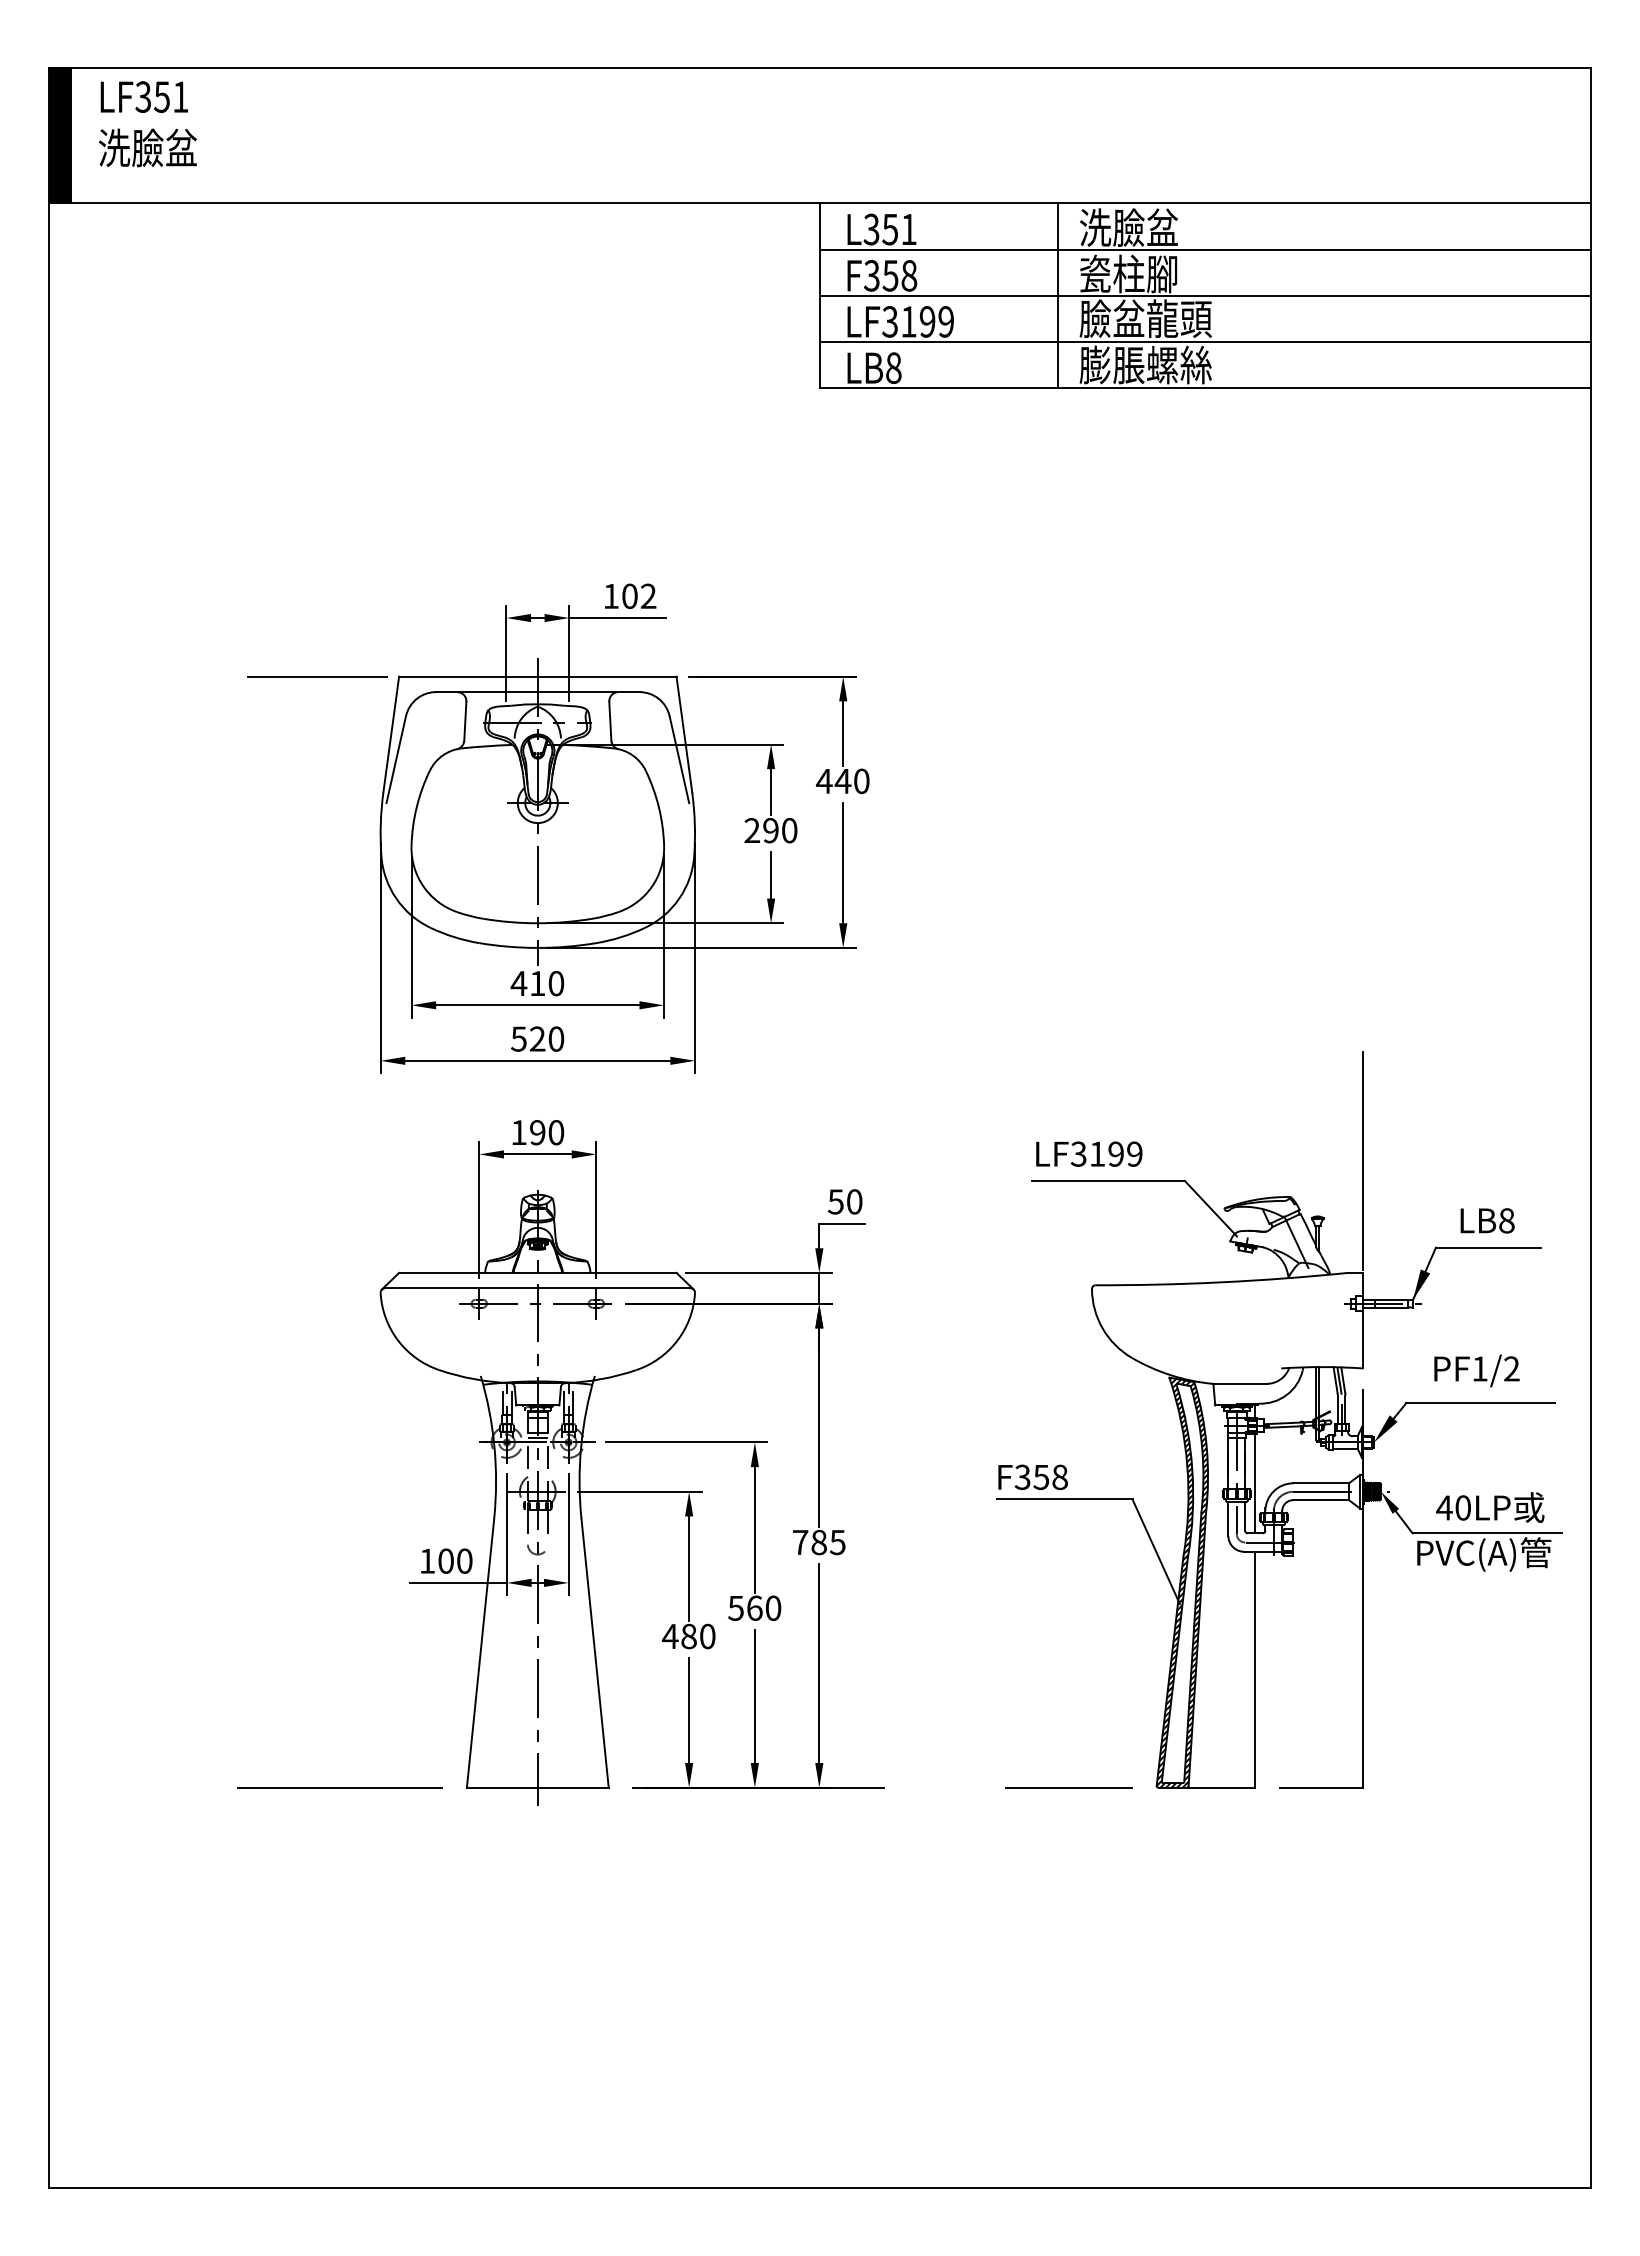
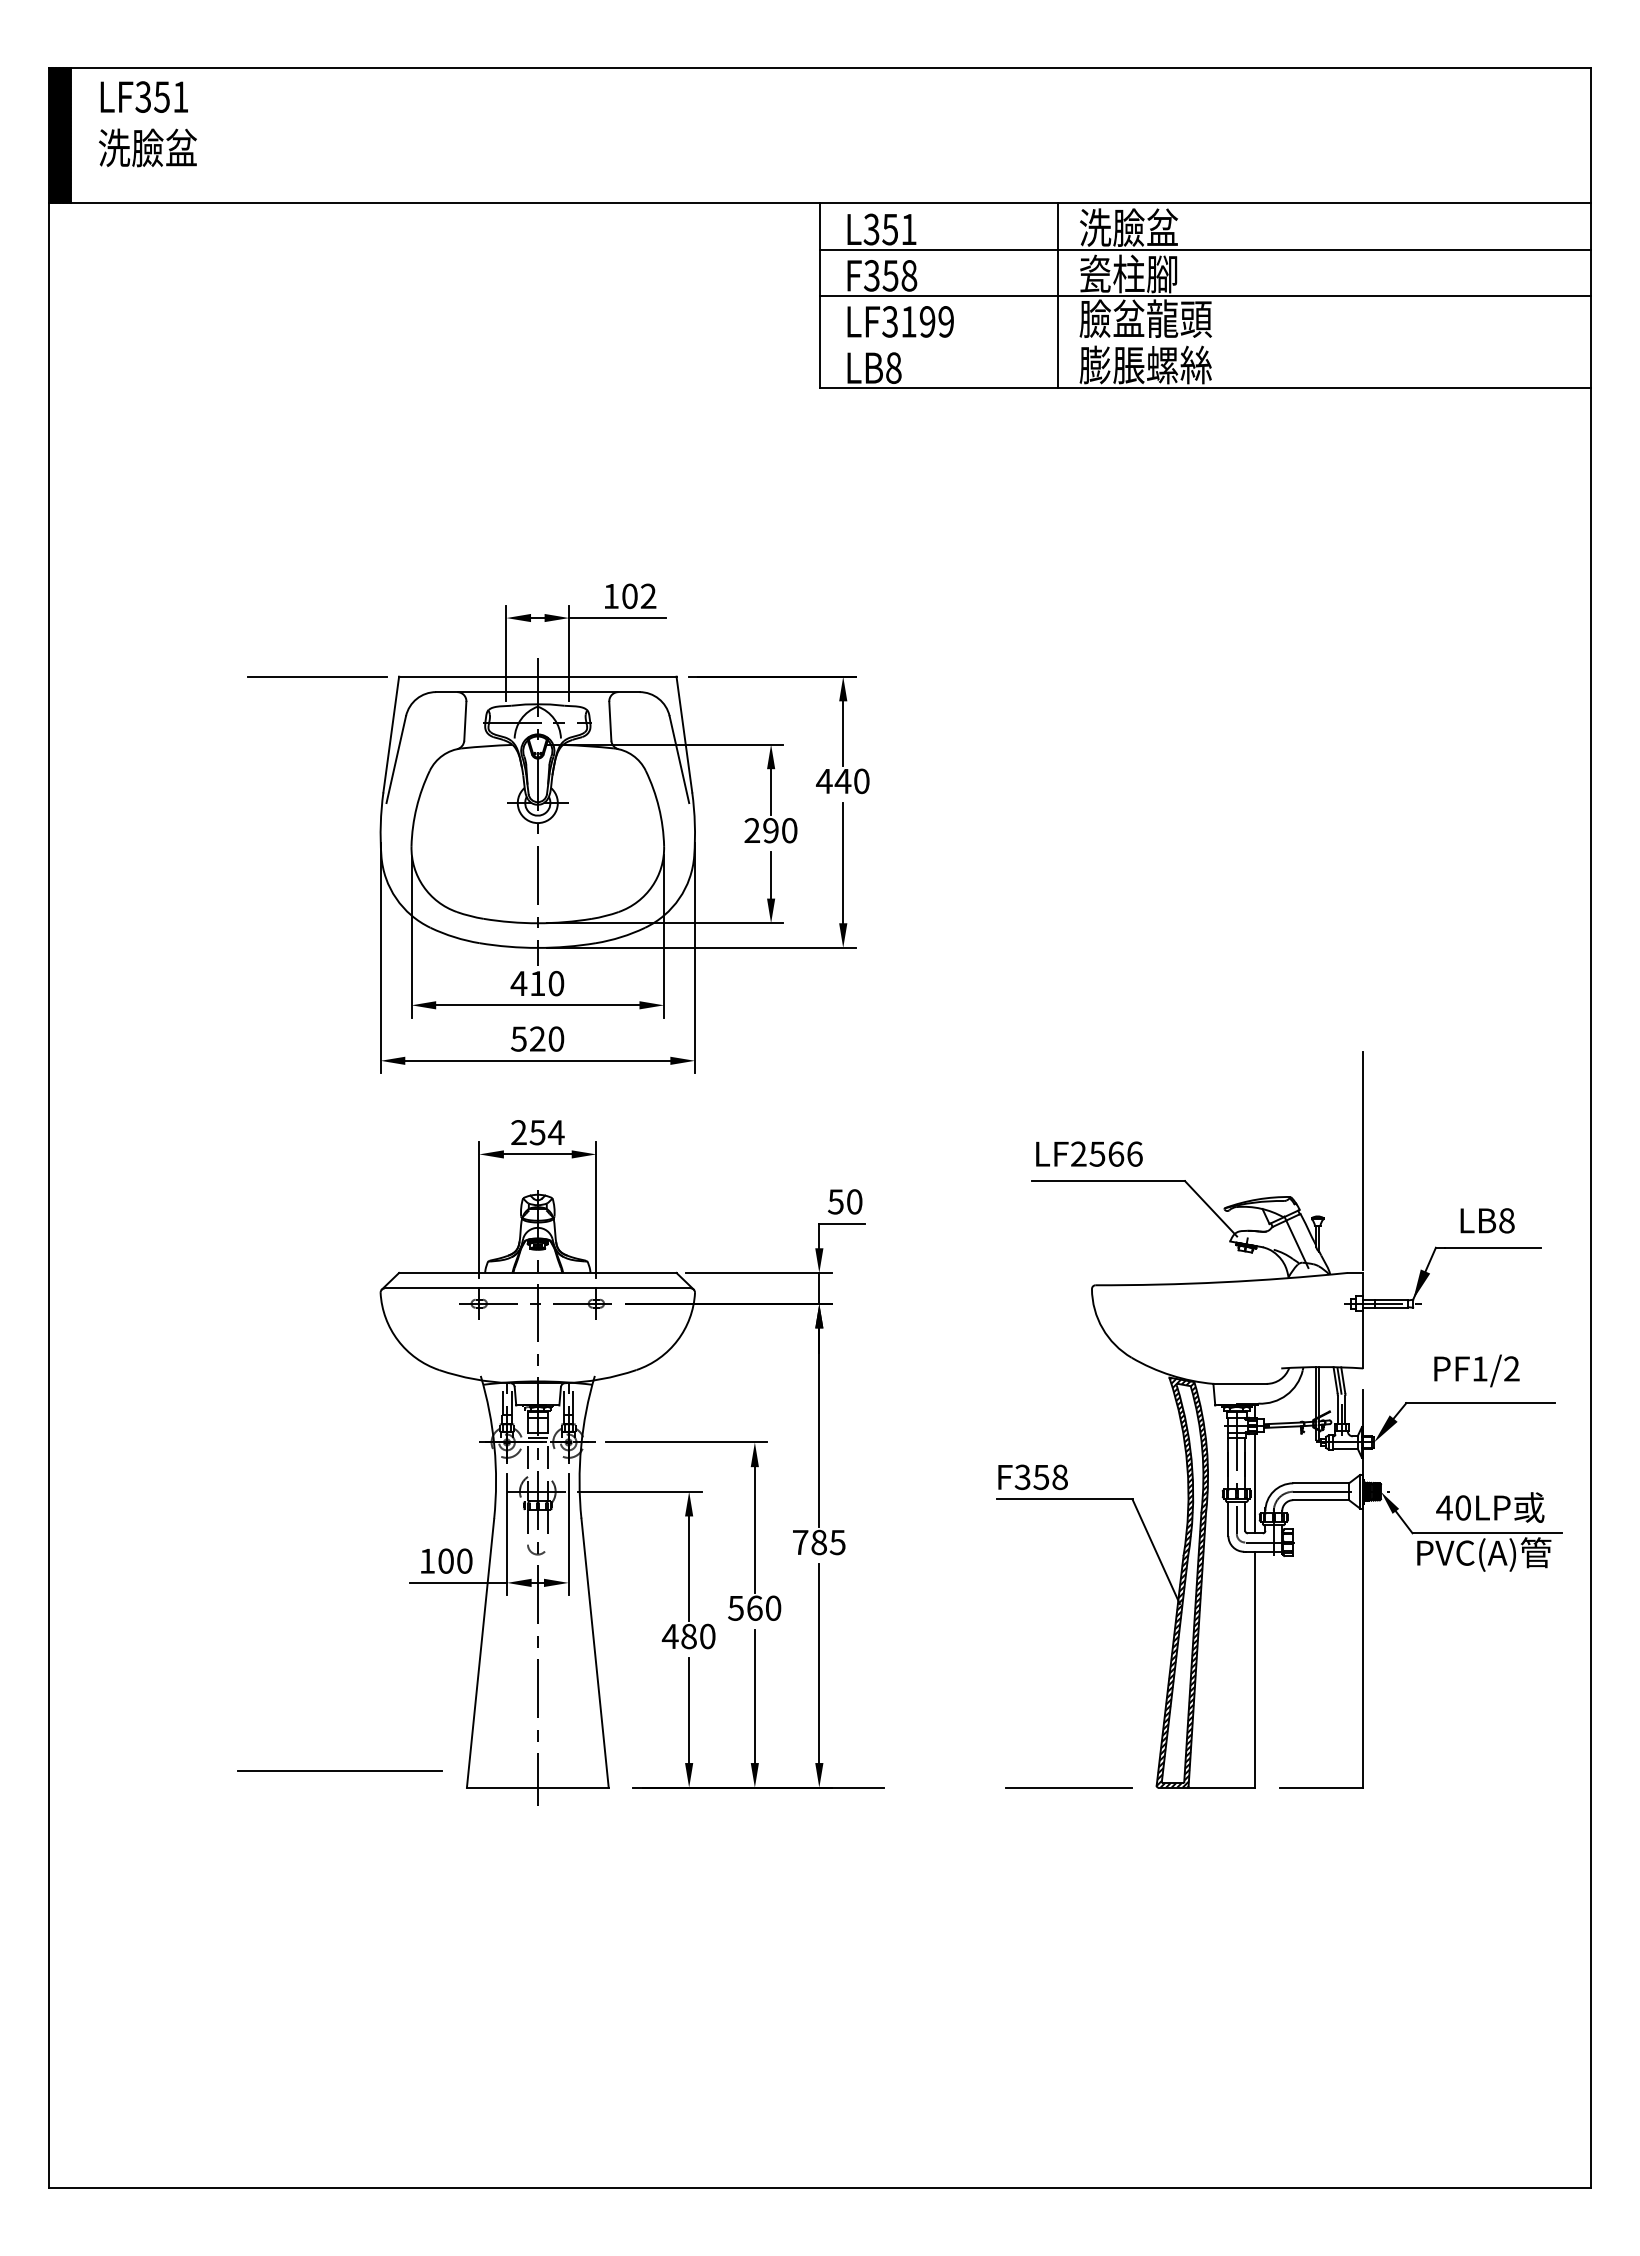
line at (1204, 342): present -> none
text at (537, 1132): 190 -> 254
text at (1106, 1153): LF3199 -> LF2566
line at (339, 1787) position: (339, 1787) -> (339, 1770)
